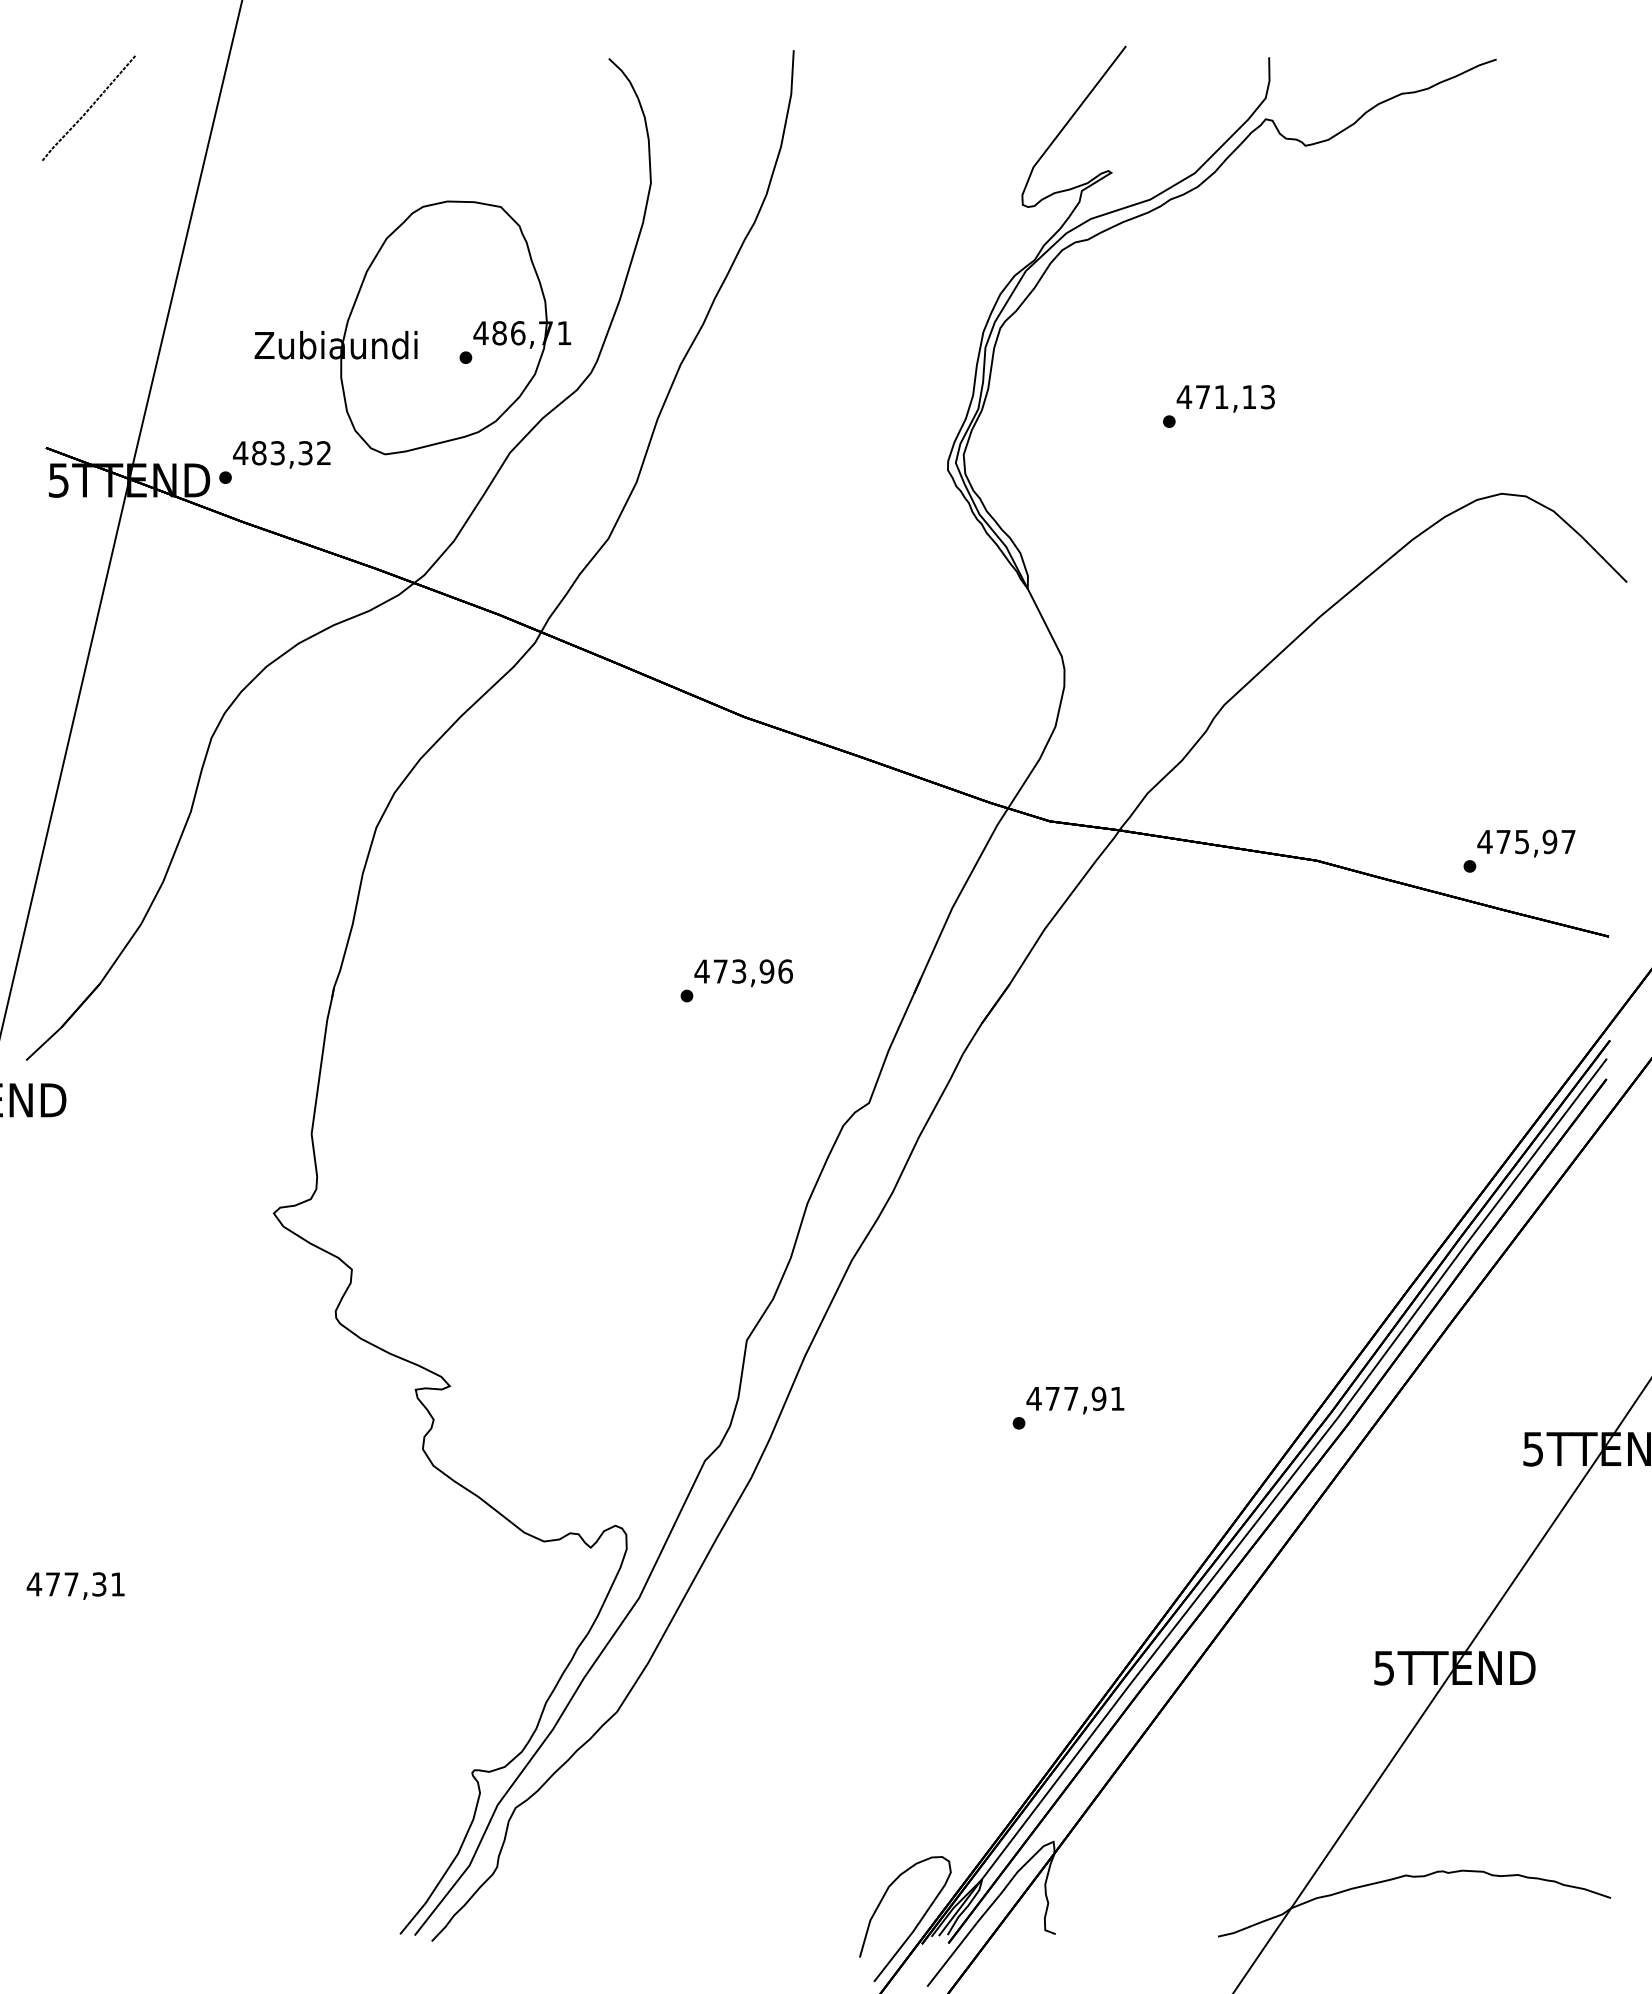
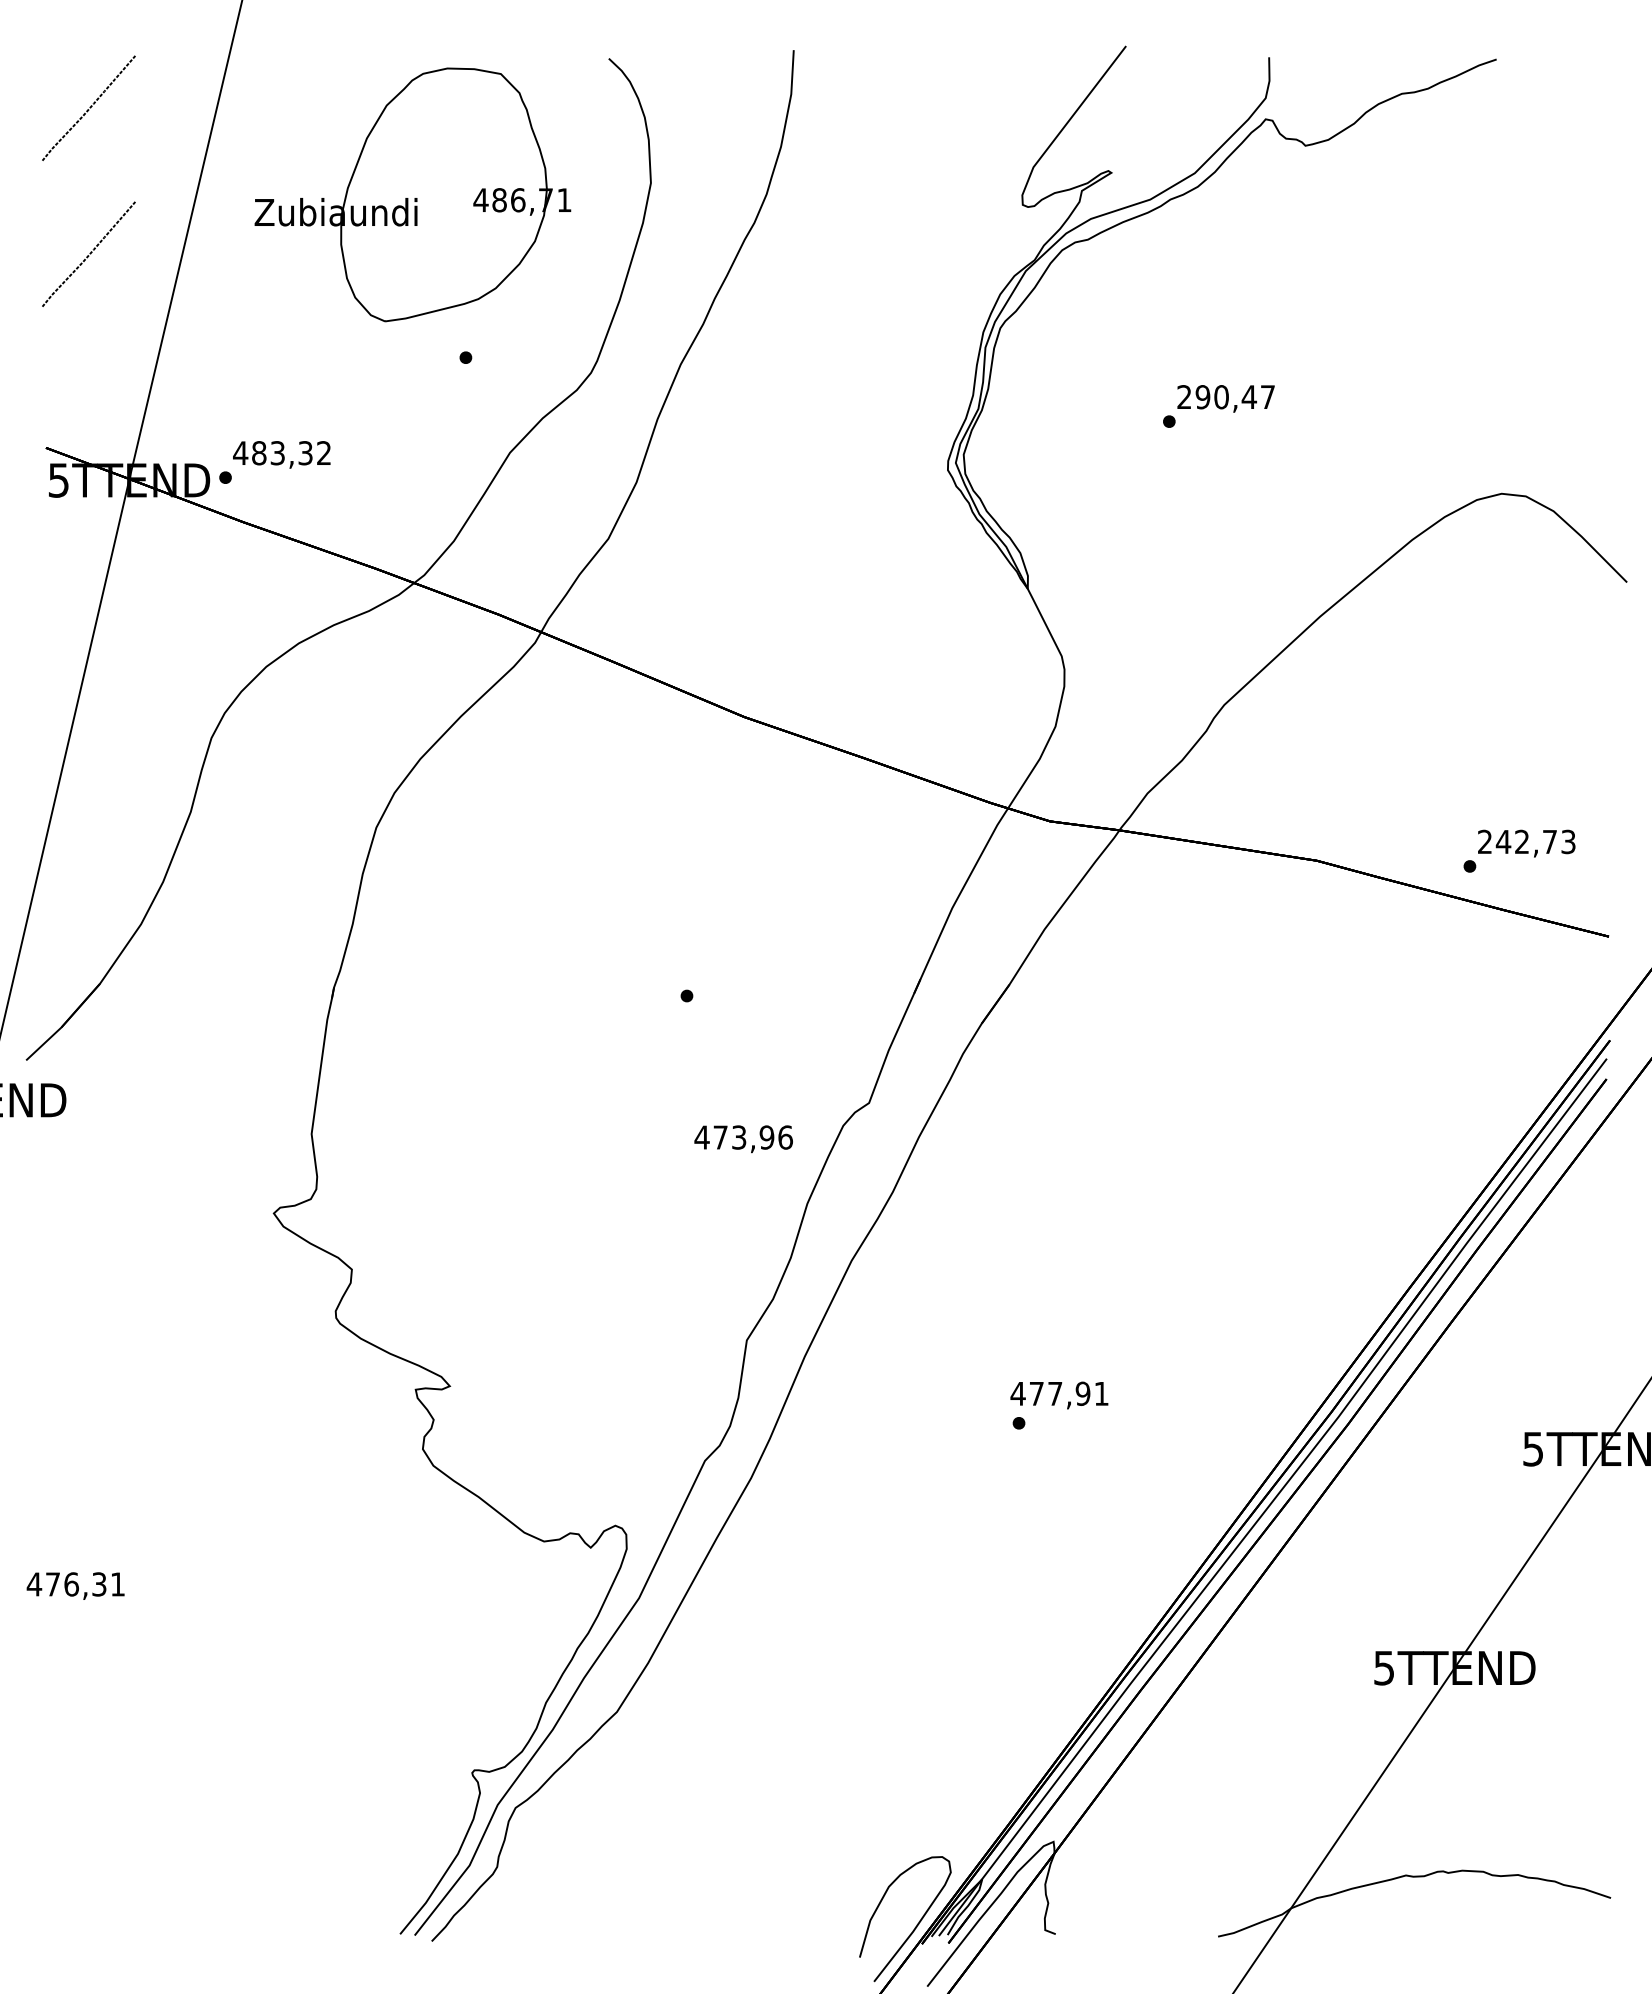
curve at (89, 253): none -> present
part at (412, 327) position: (412, 327) -> (412, 194)
text at (1225, 397): 471,13 -> 290,47
text at (1526, 841): 475,97 -> 242,73
text at (743, 973) position: (743, 973) -> (743, 1139)
text at (1075, 1400) position: (1075, 1400) -> (1059, 1395)
text at (71, 1584): 477,31 -> 476,31
